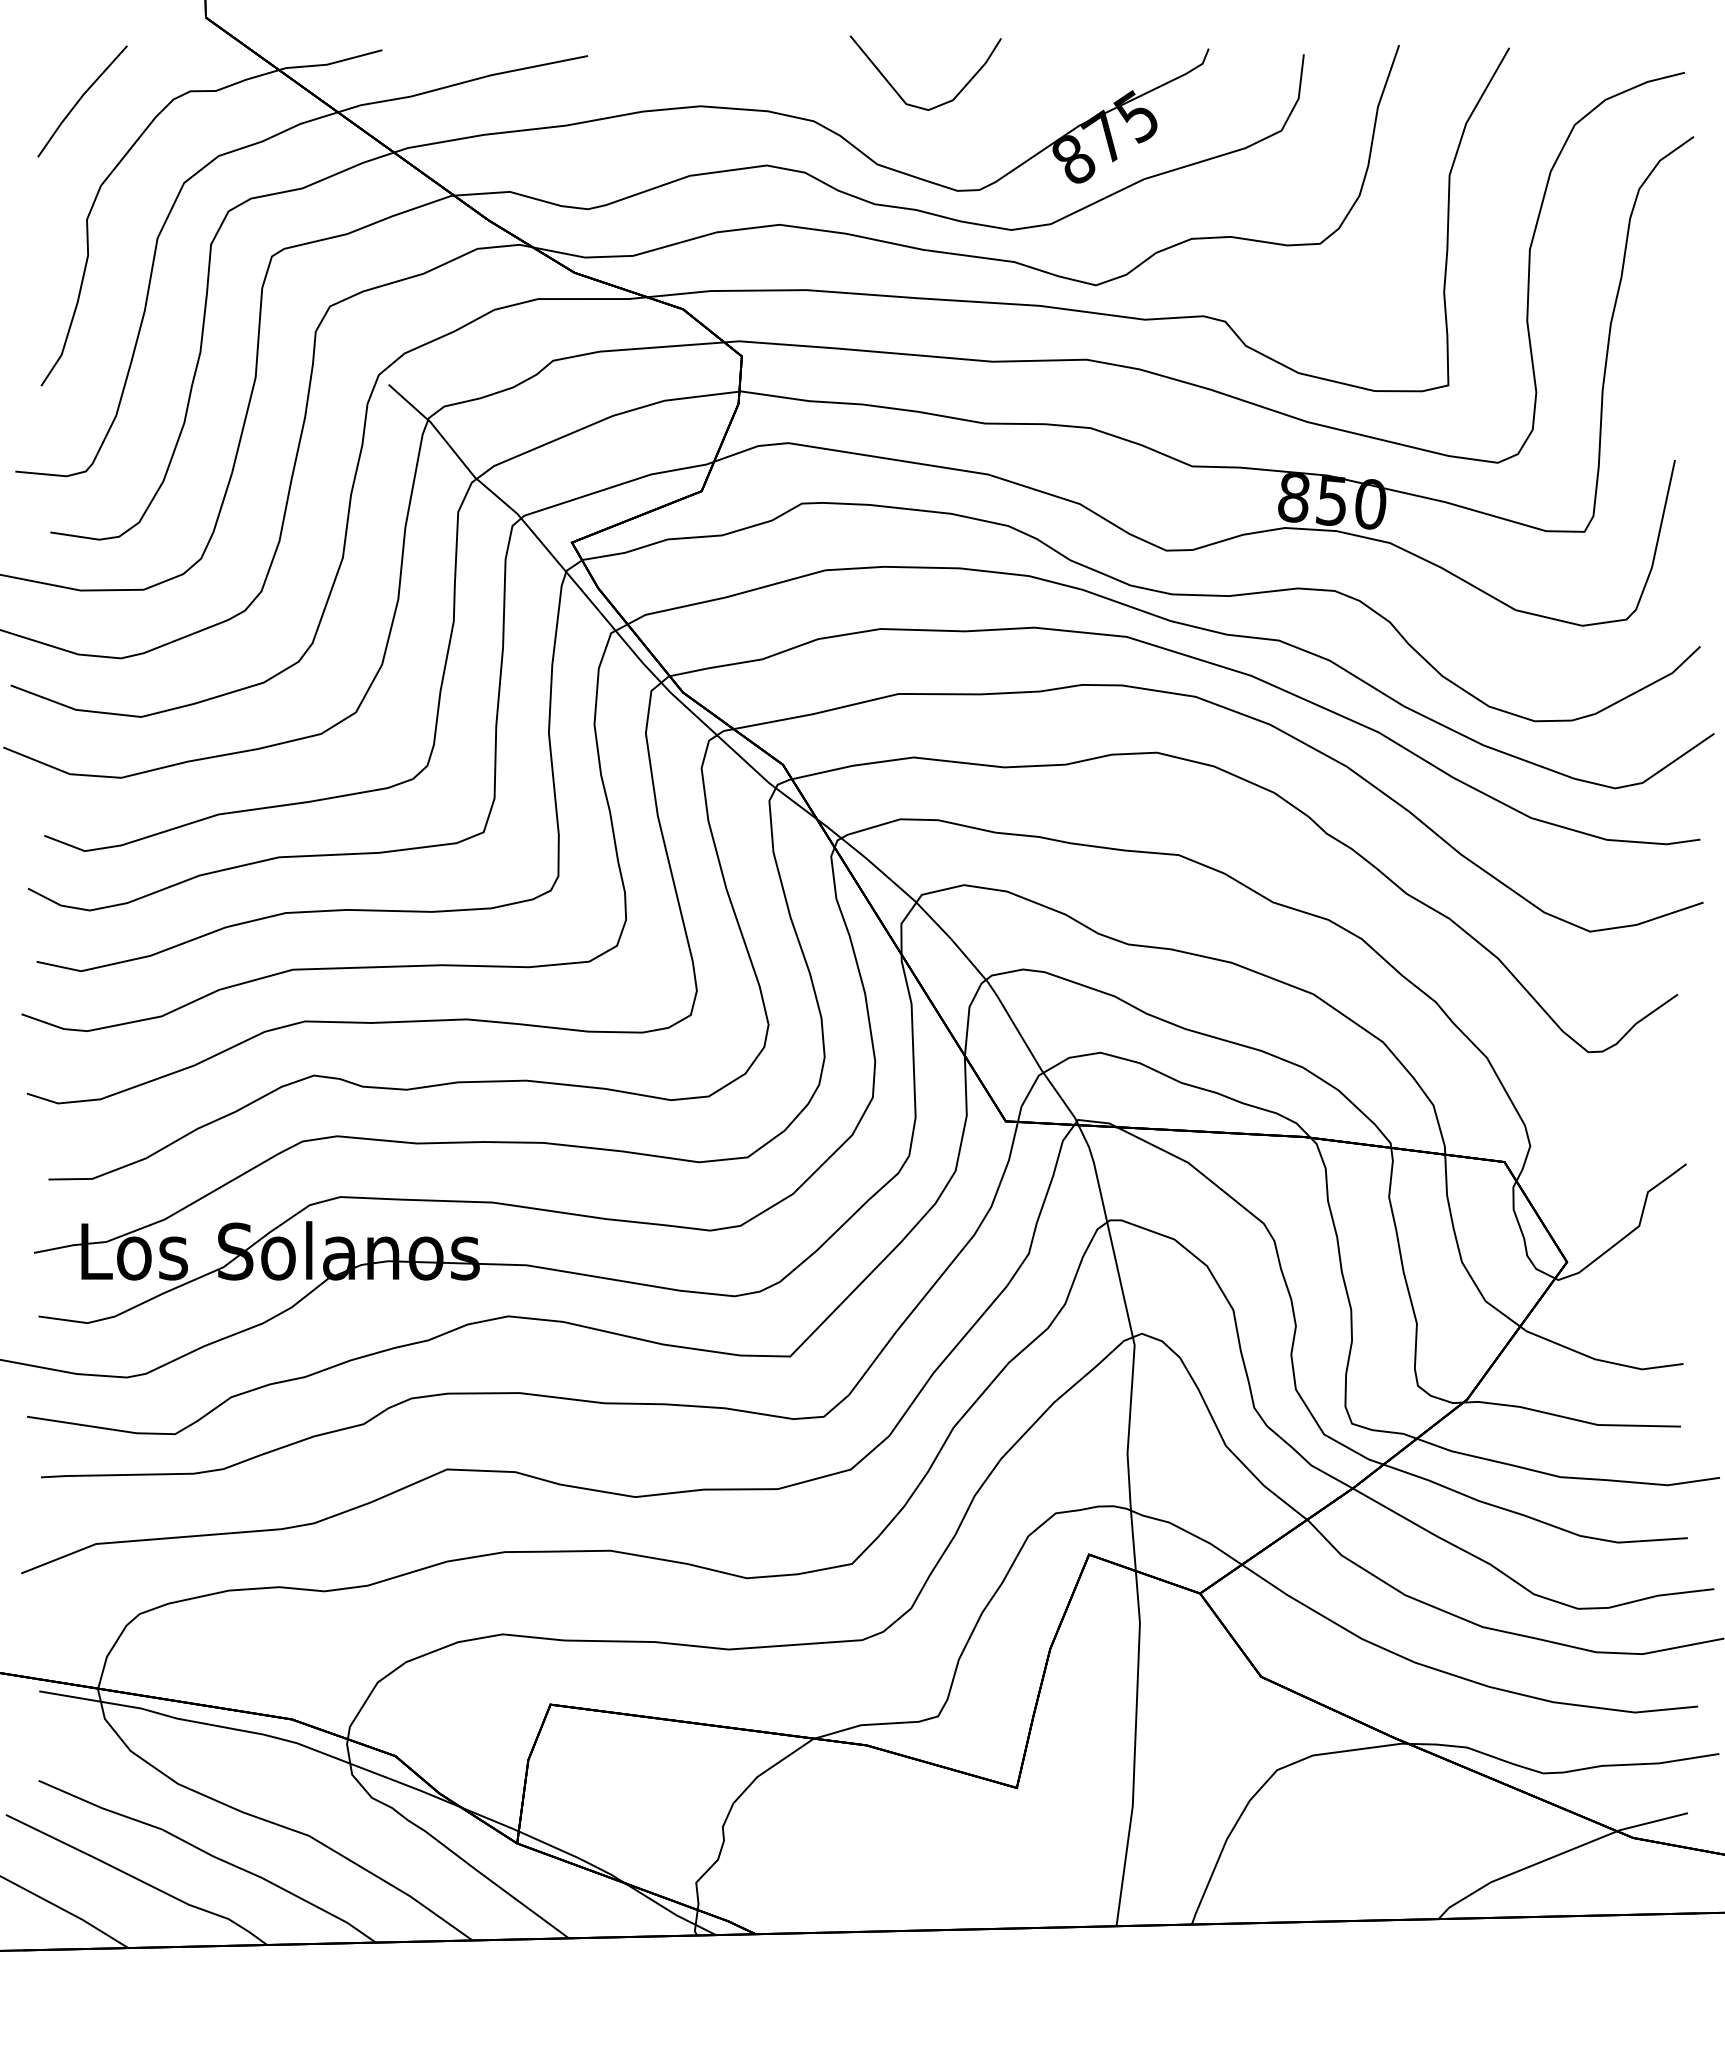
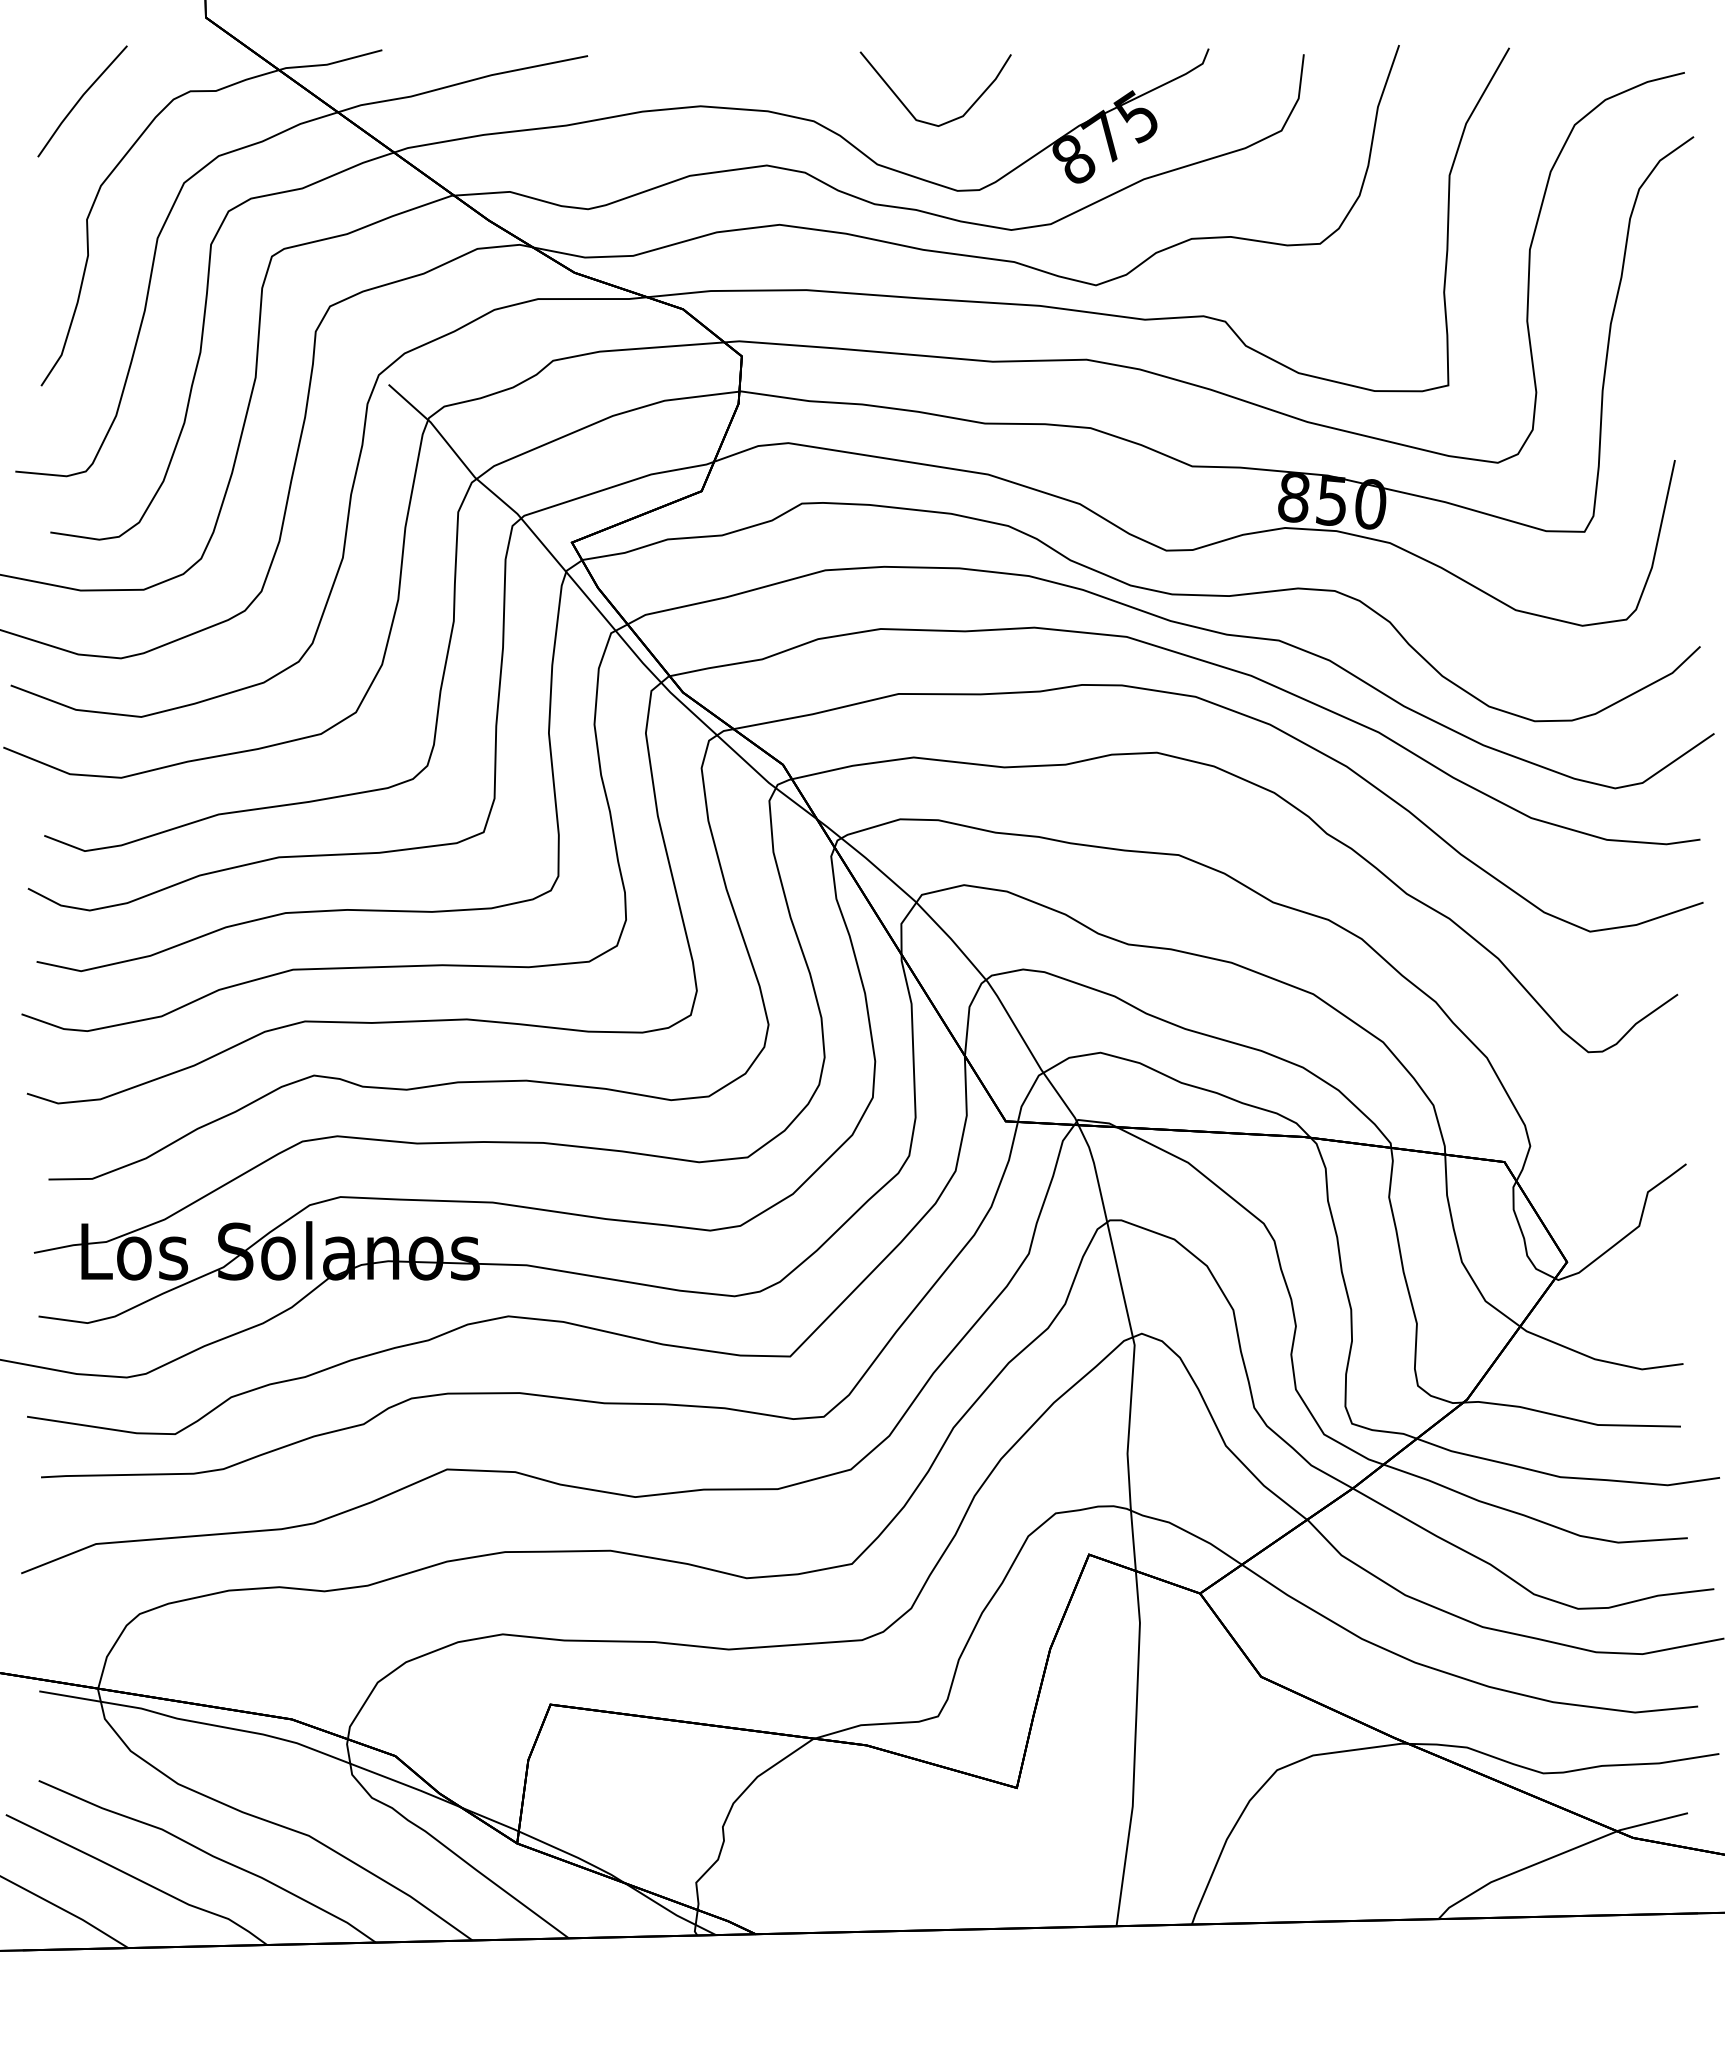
curve at (897, 91) position: (897, 91) -> (907, 107)
